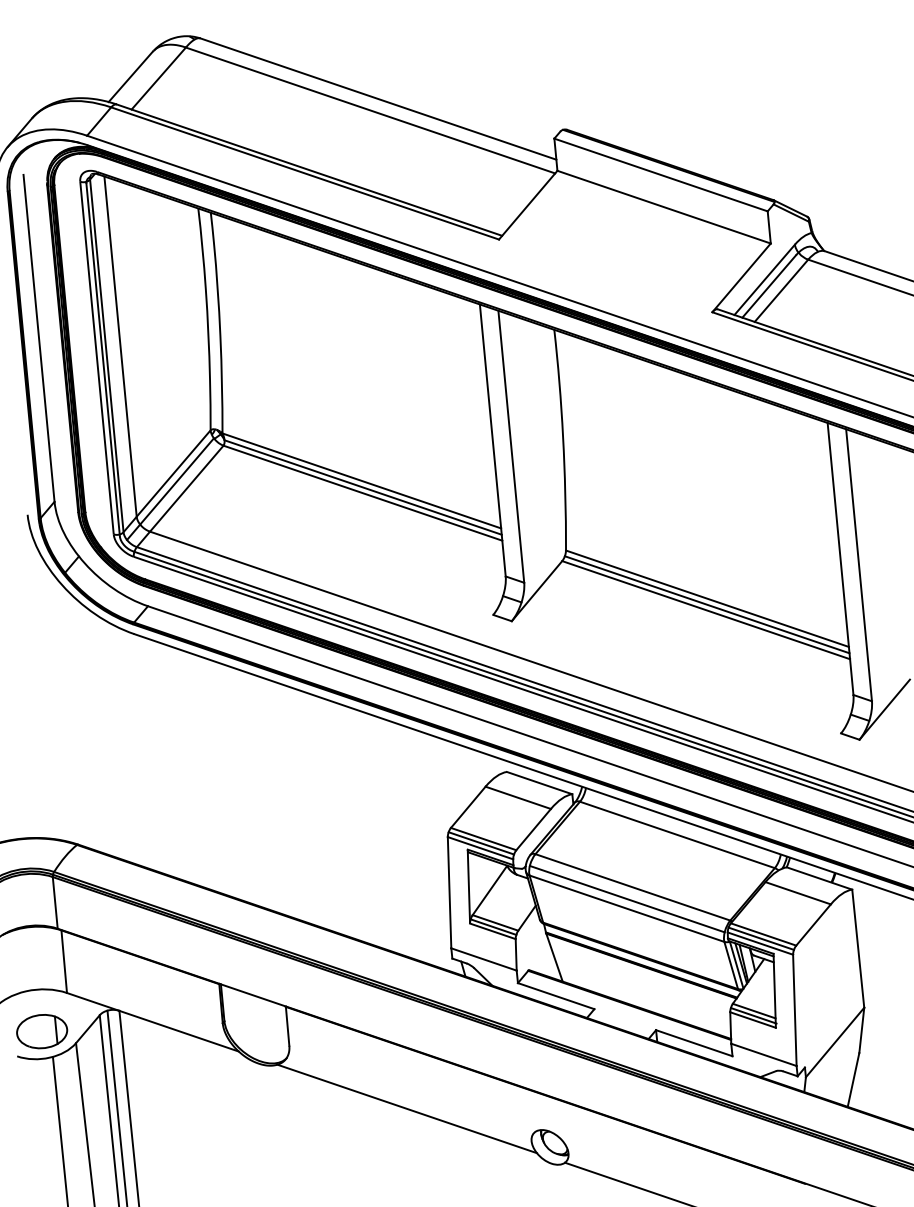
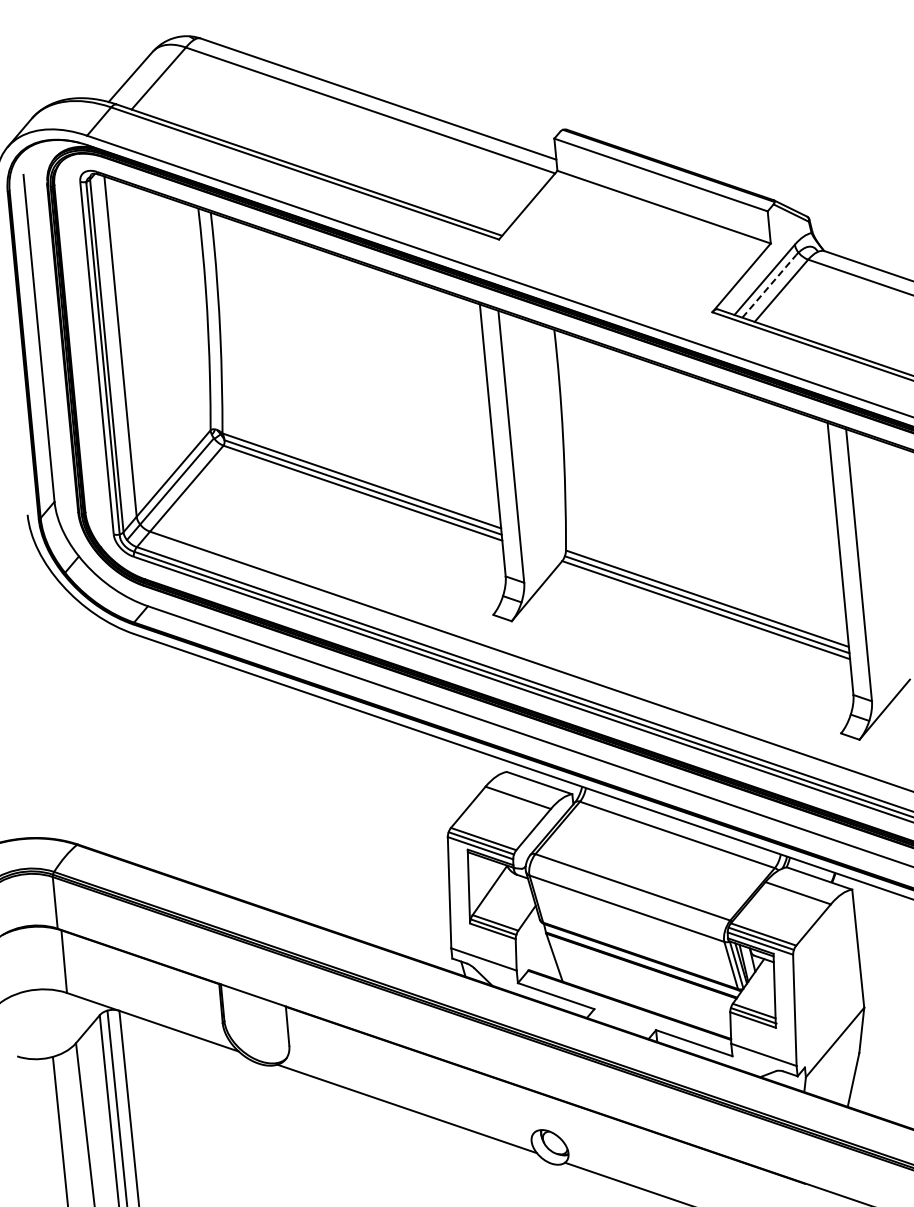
line at (769, 286): solid -> dashed
line at (626, 898): present -> none
part at (42, 1031): present -> none
